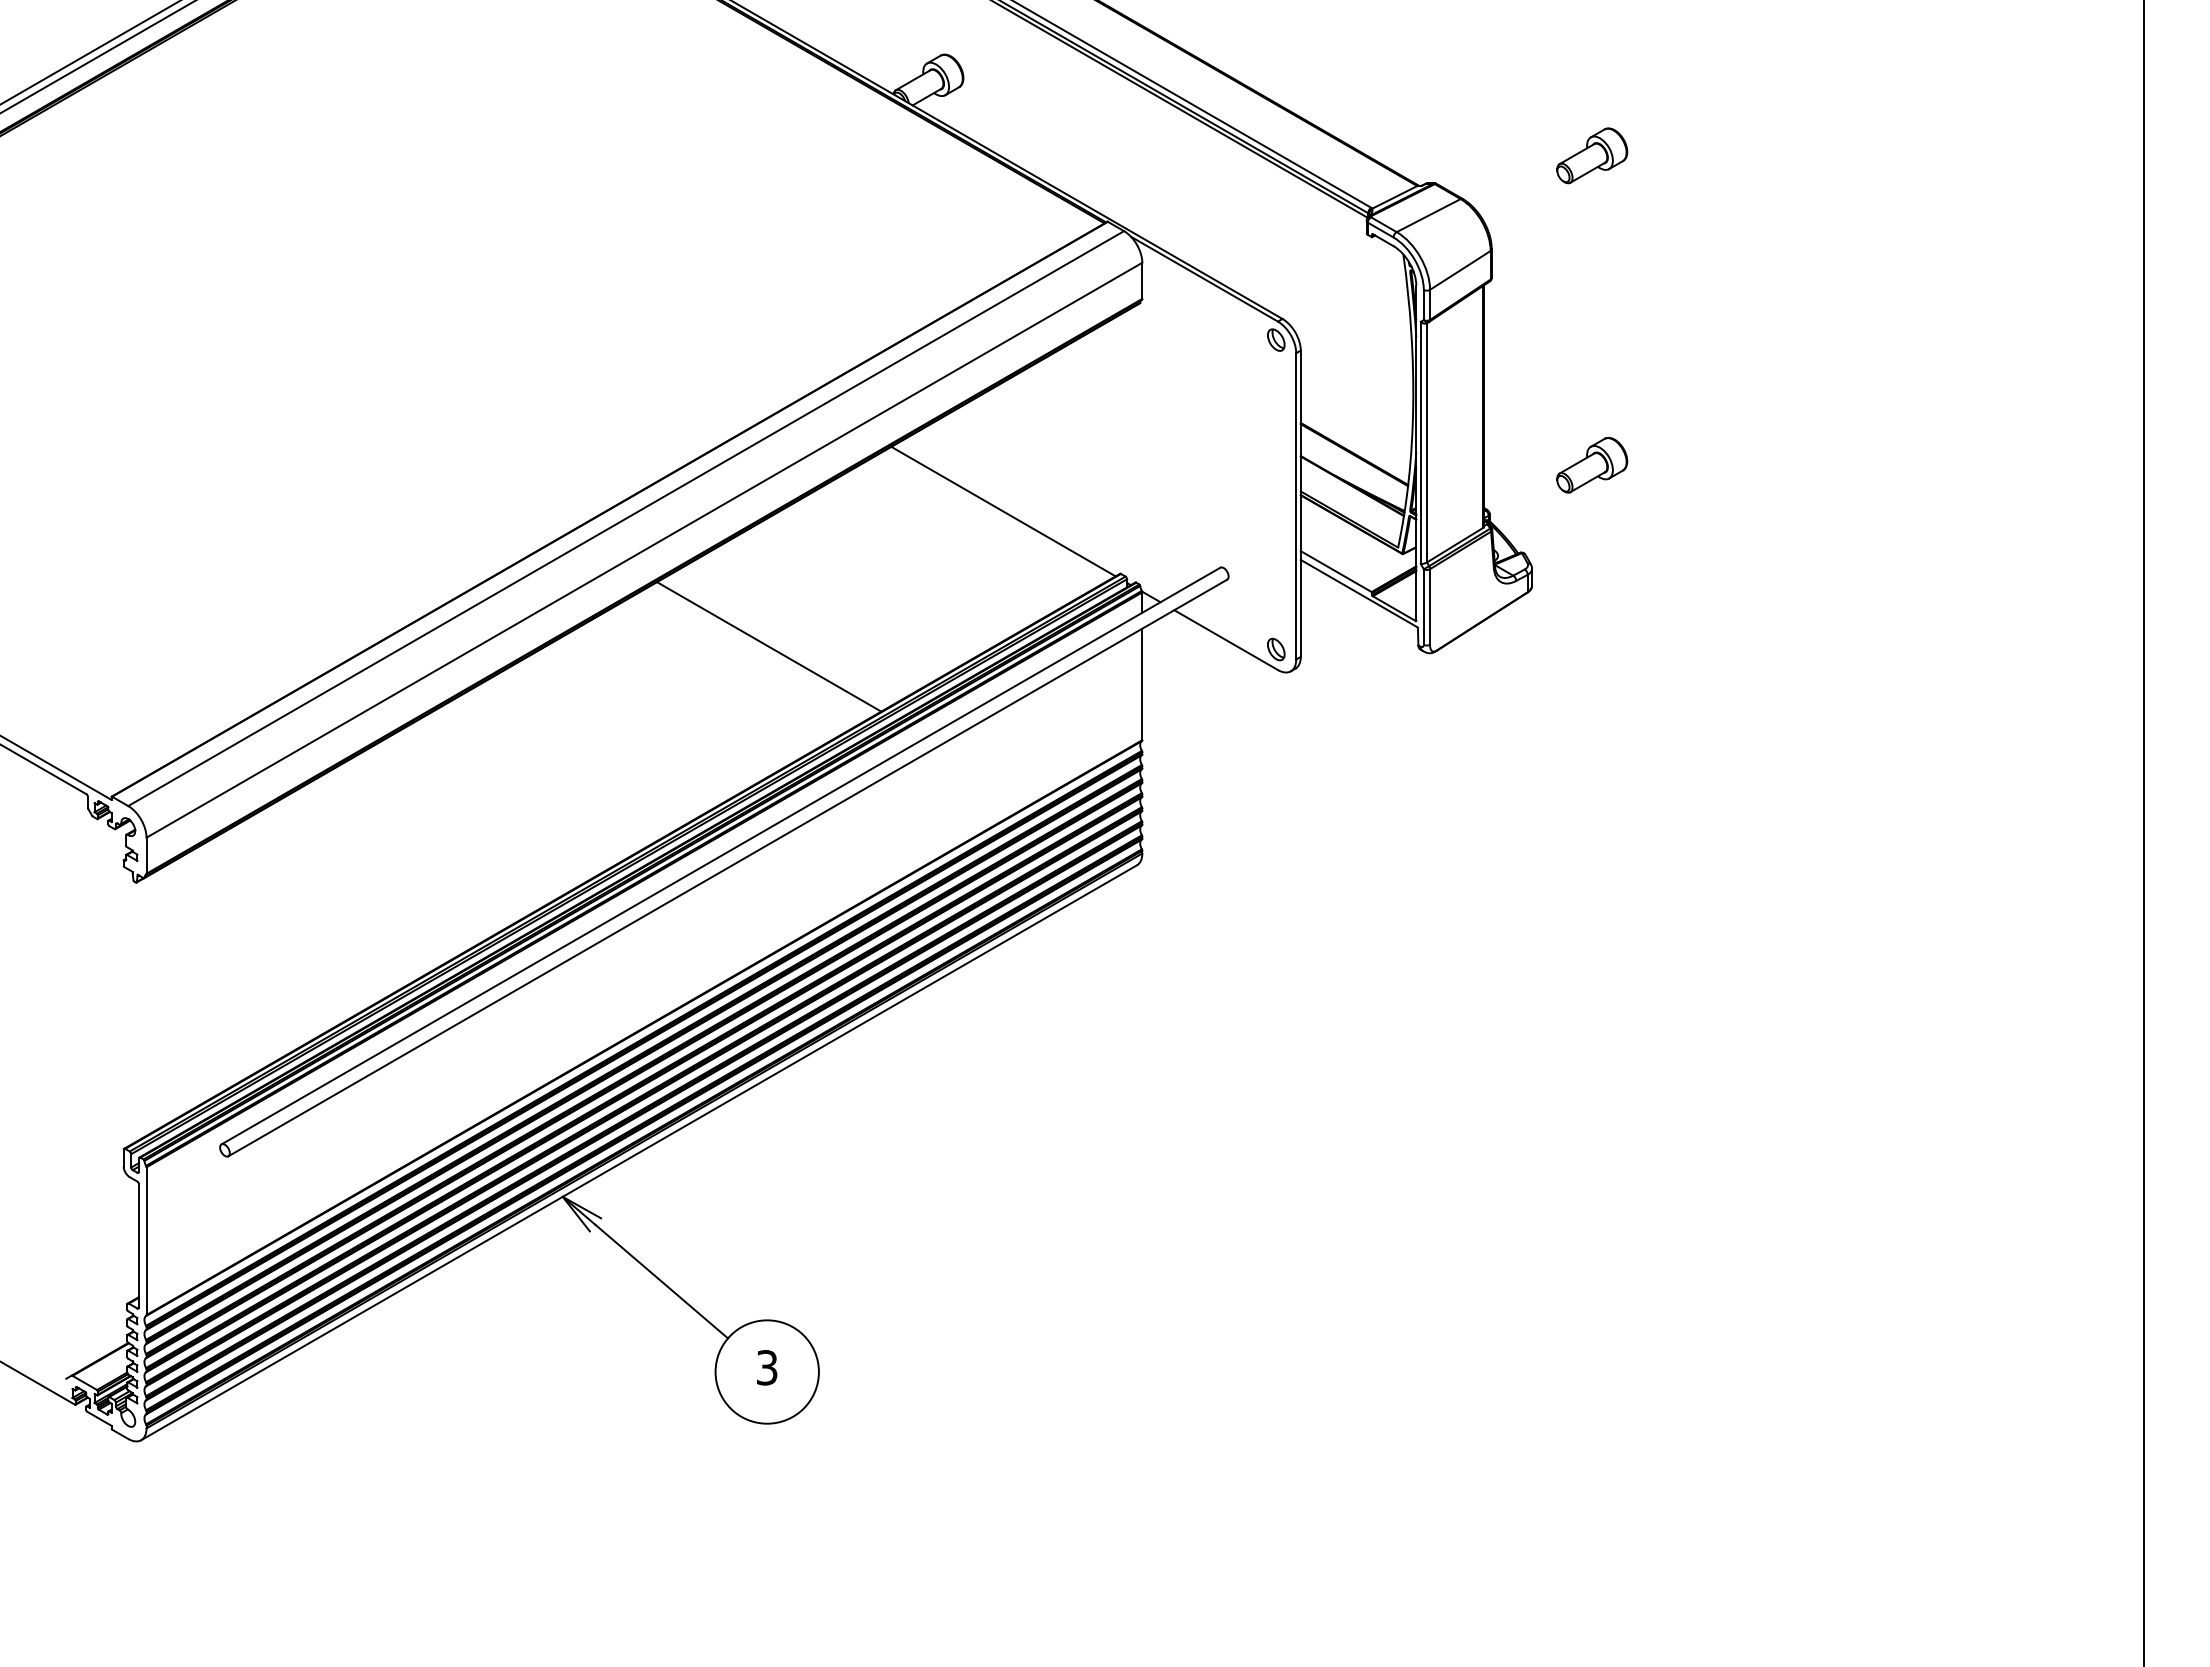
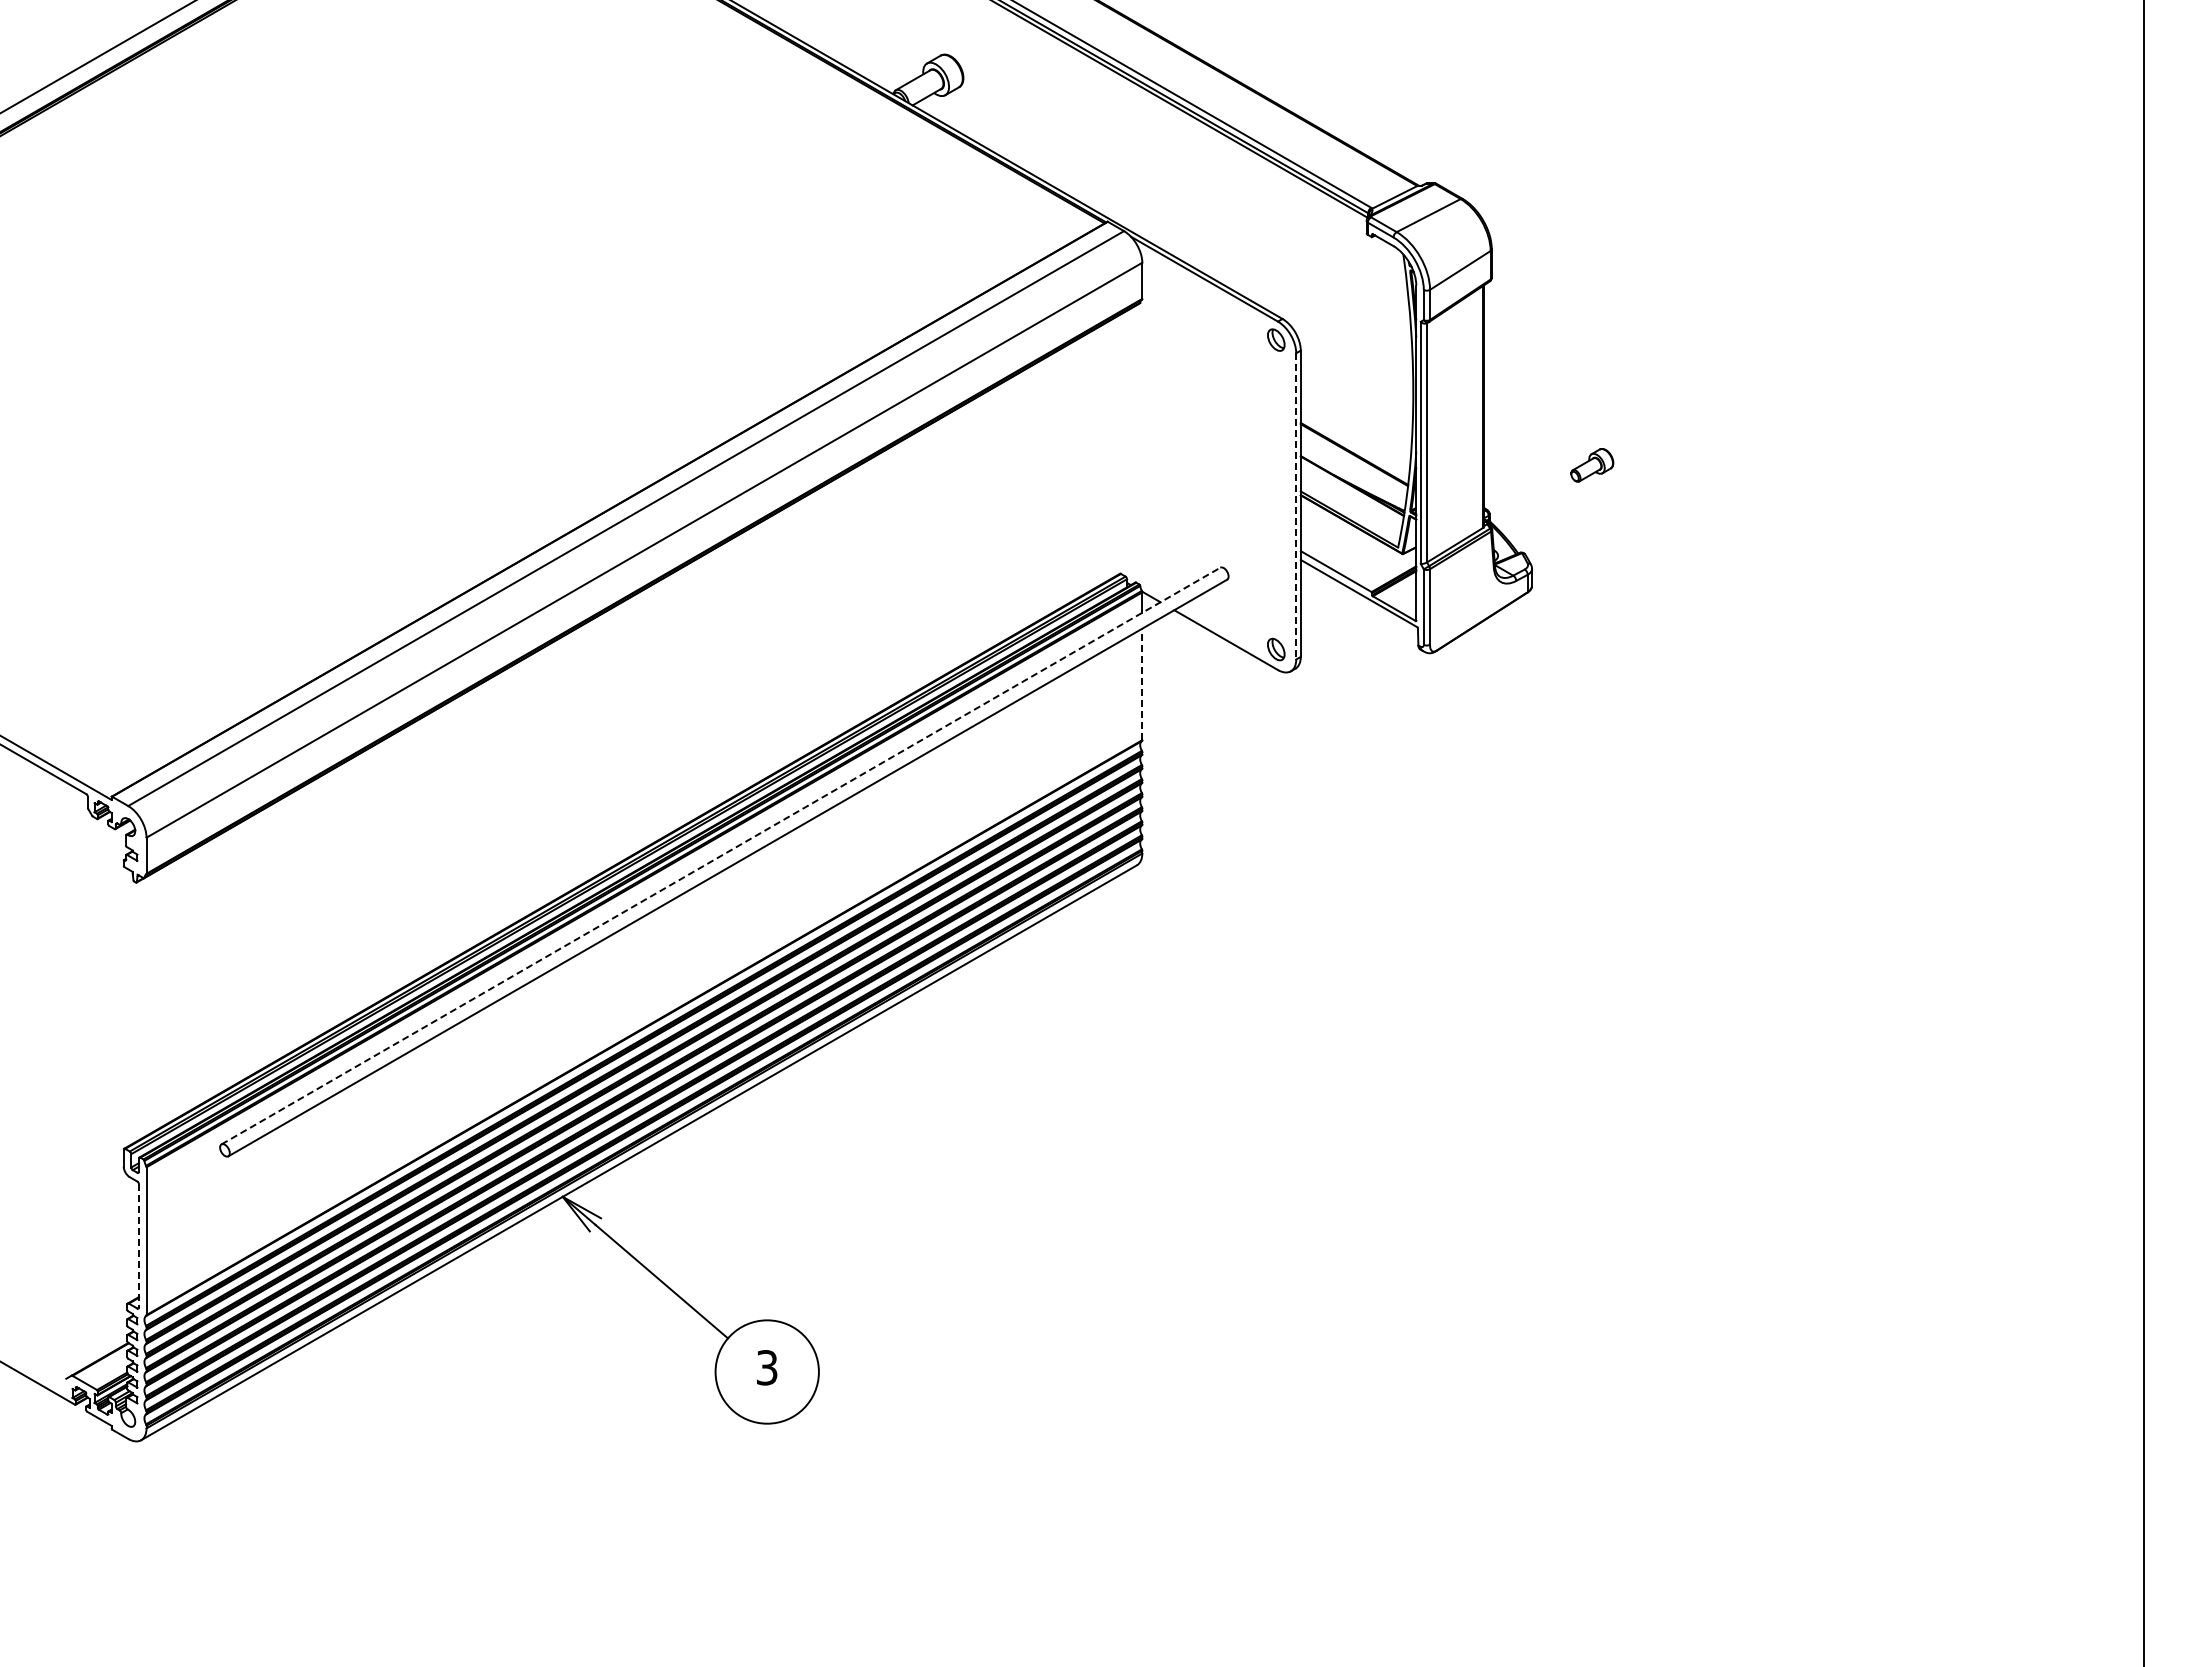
line at (89, 52): present -> none
part at (1592, 155): present -> none
part at (1592, 465) size: 73x57 px -> 45x35 px
line at (1296, 506): solid -> dashed
line at (1003, 511): present -> none
line at (769, 646): present -> none
line at (1142, 684): solid -> dashed
line at (720, 856): solid -> dashed
line at (138, 1245): solid -> dashed
